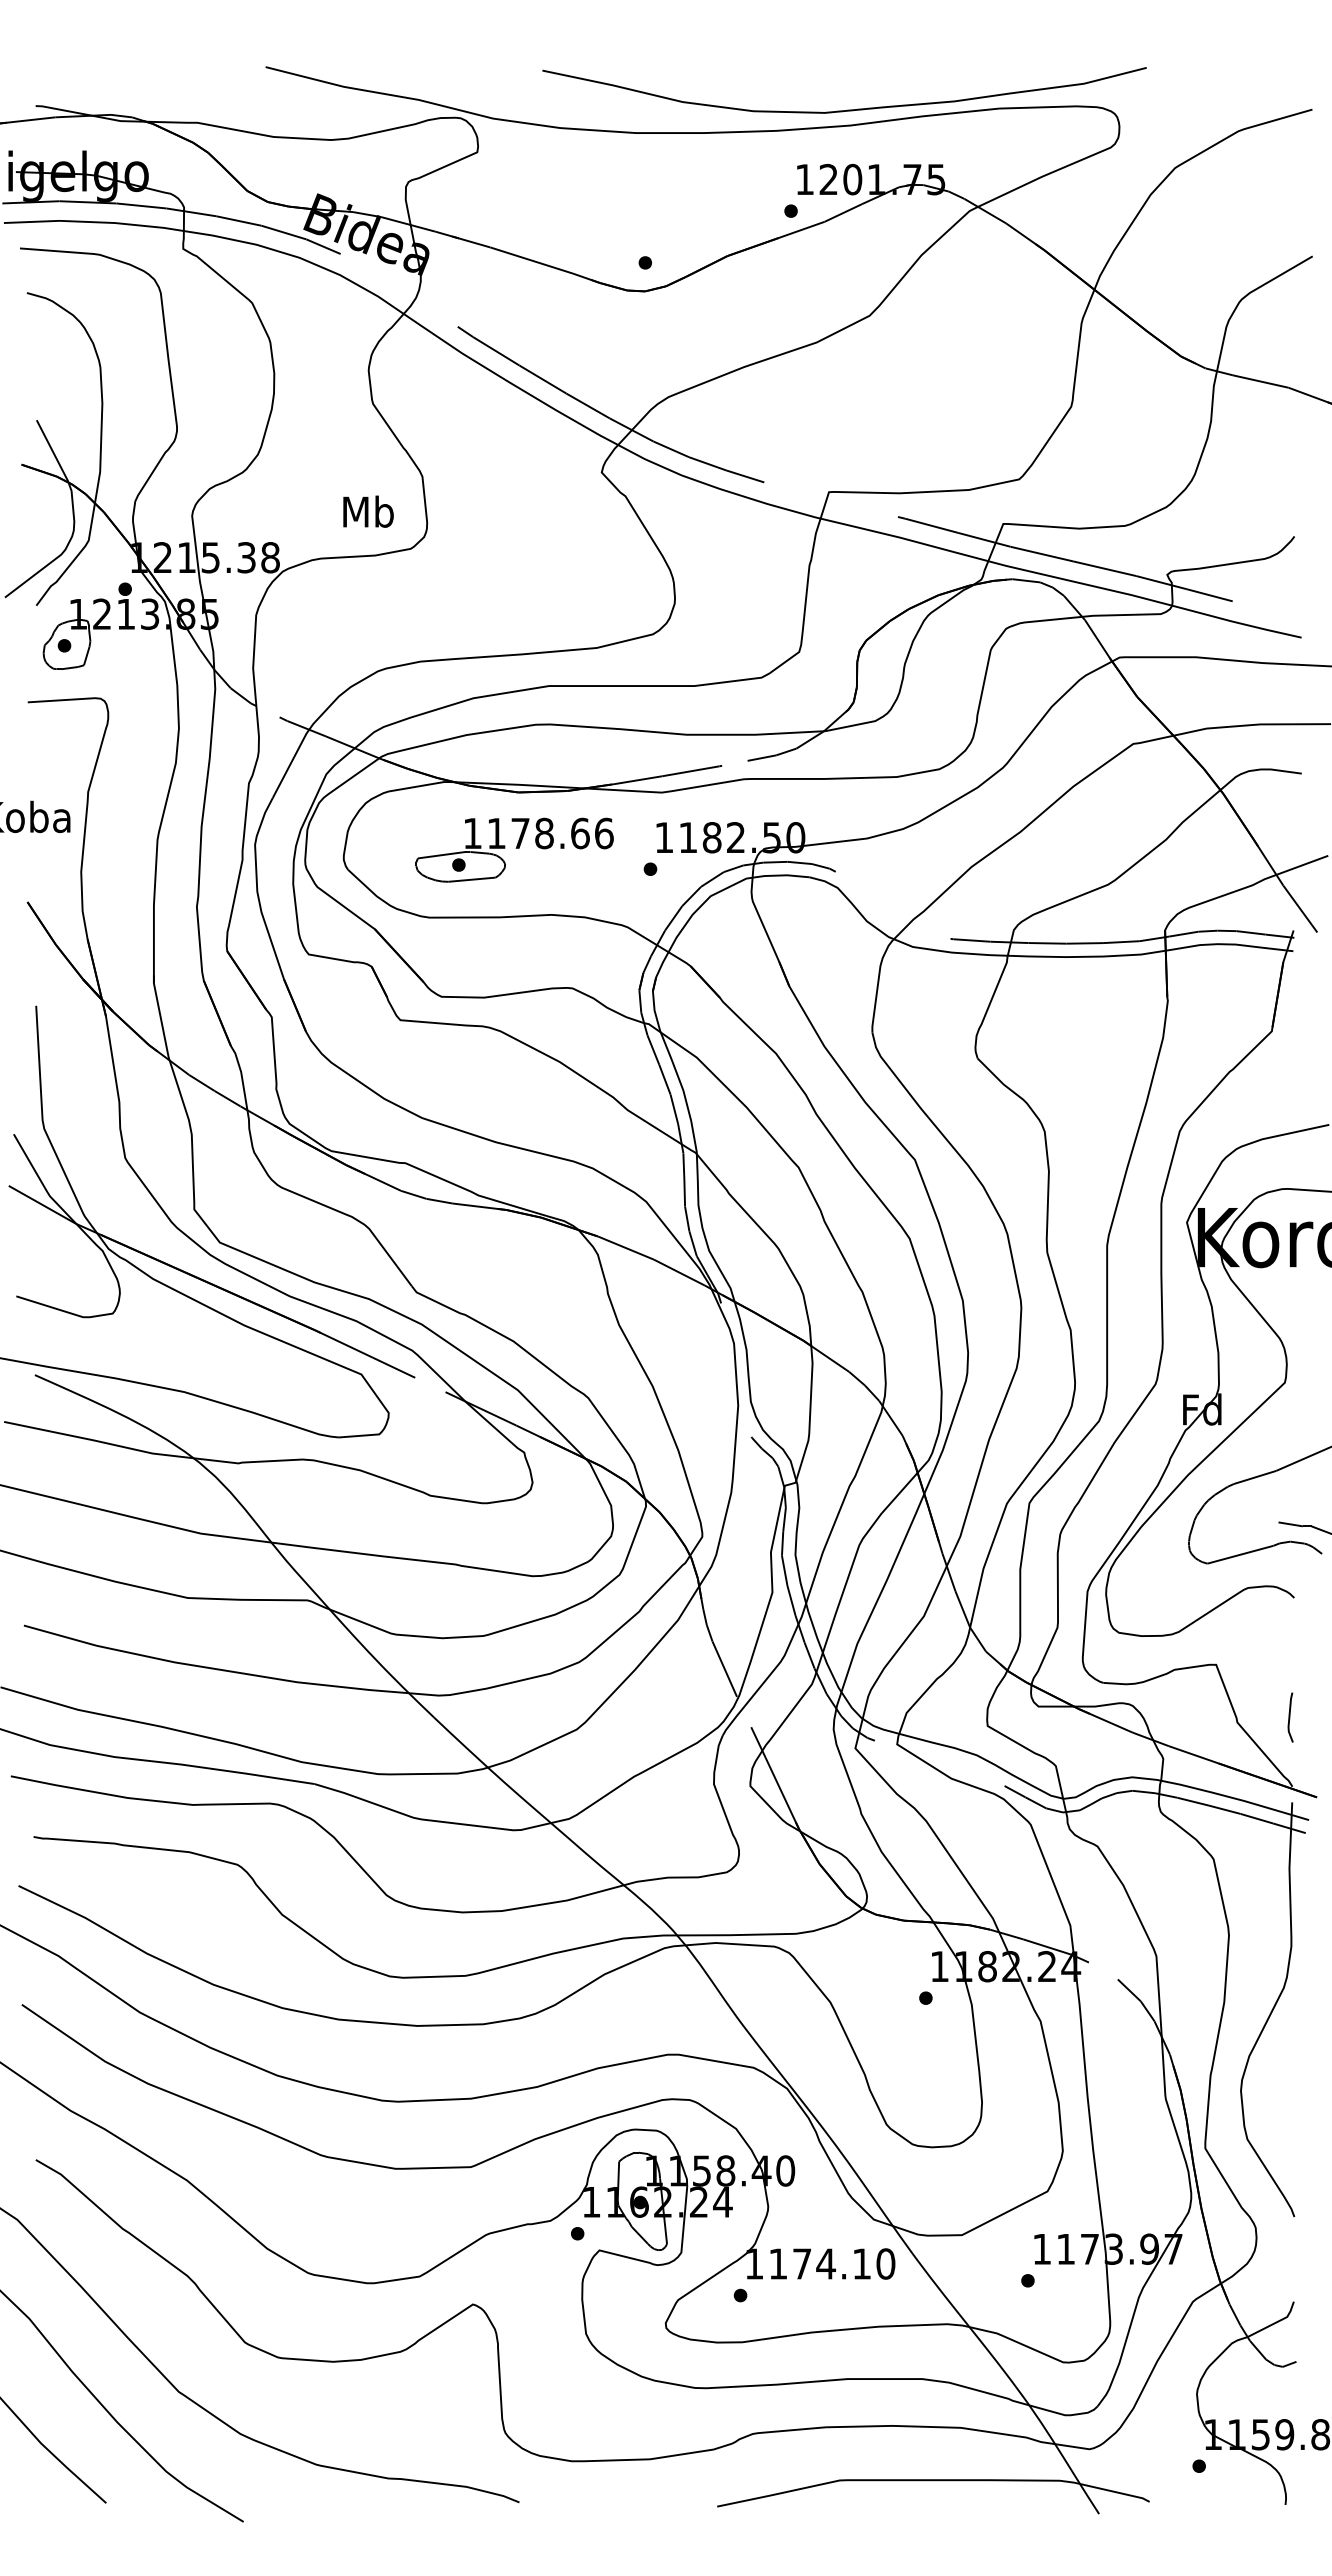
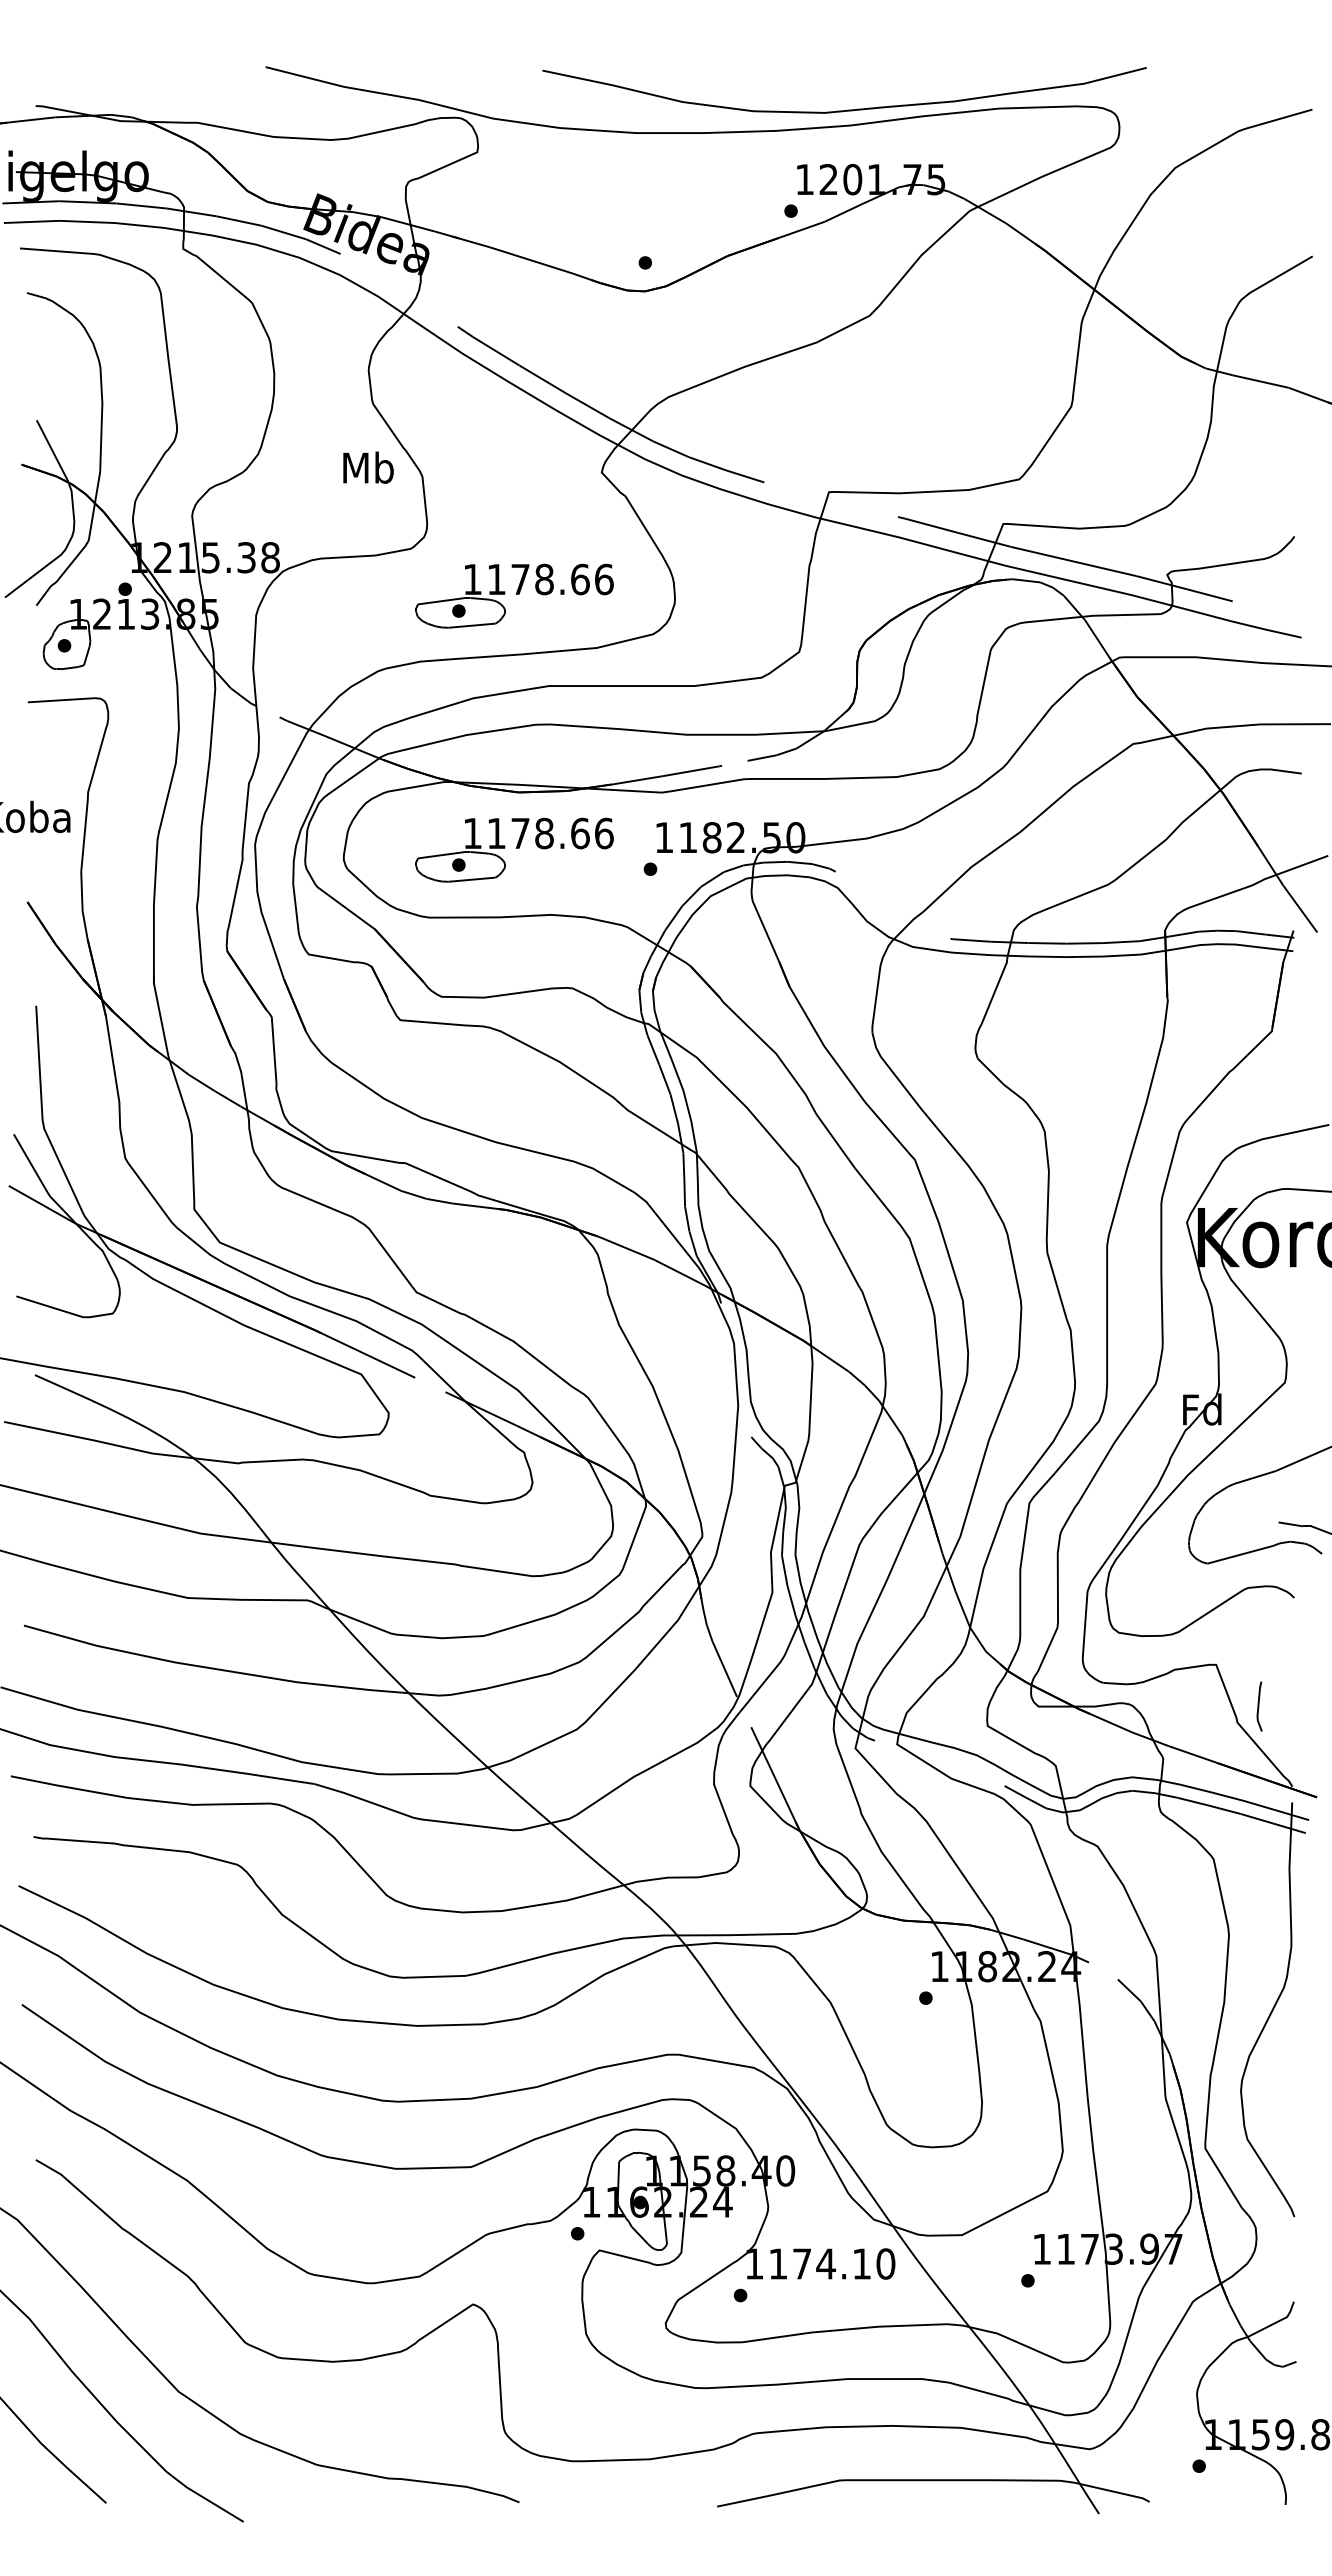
text at (368, 511) position: (368, 511) -> (368, 467)
part at (514, 595): none -> present
line at (1290, 1717) position: (1290, 1717) -> (1259, 1706)
